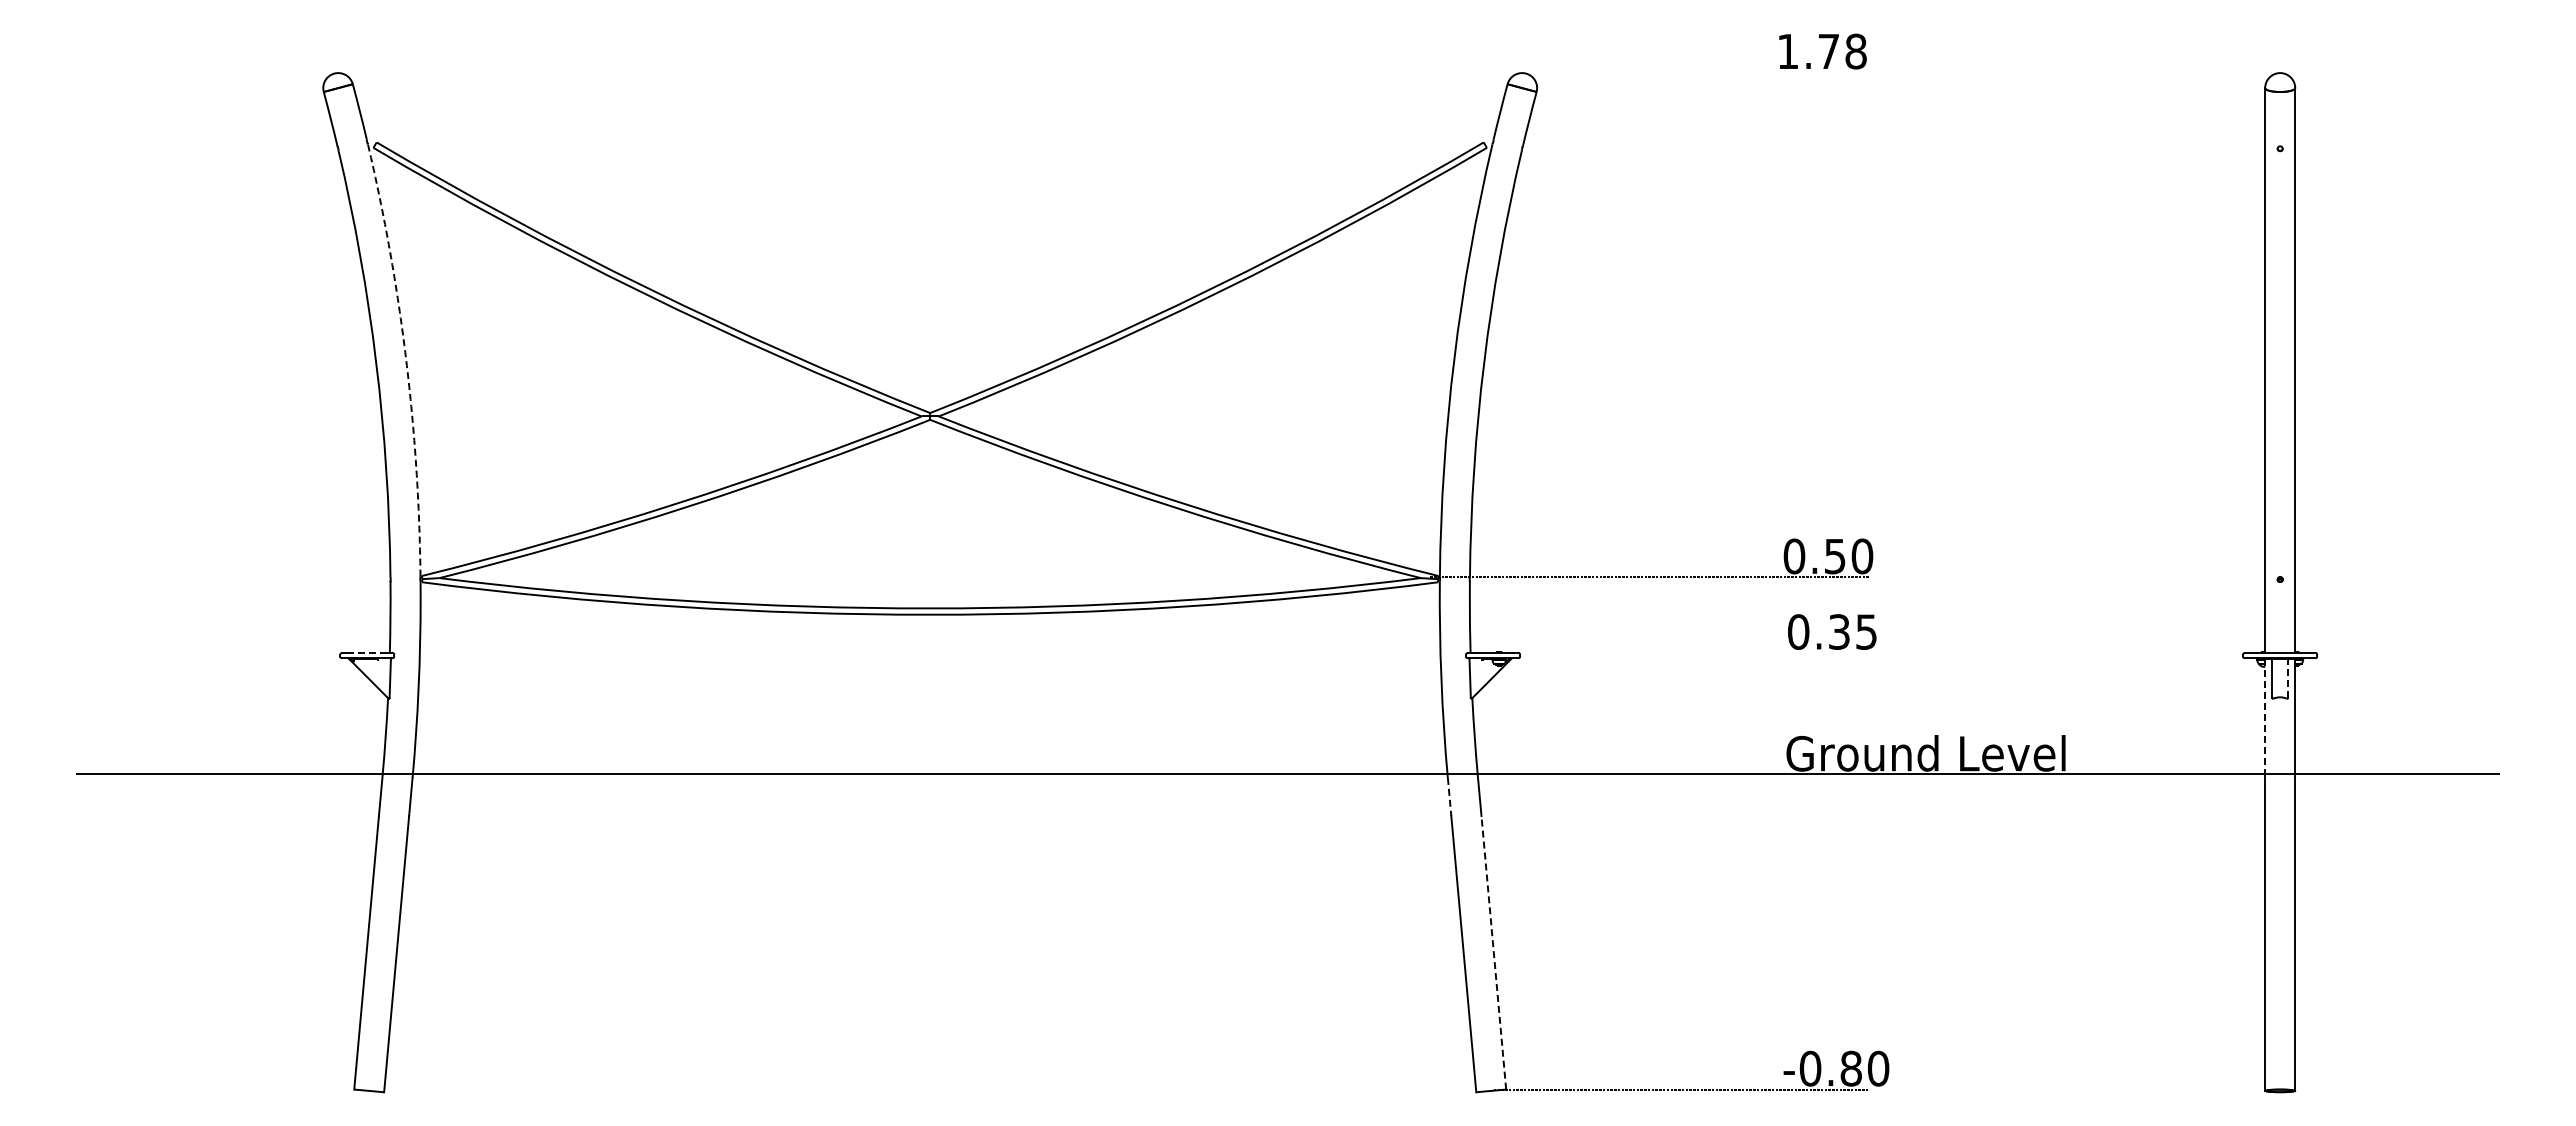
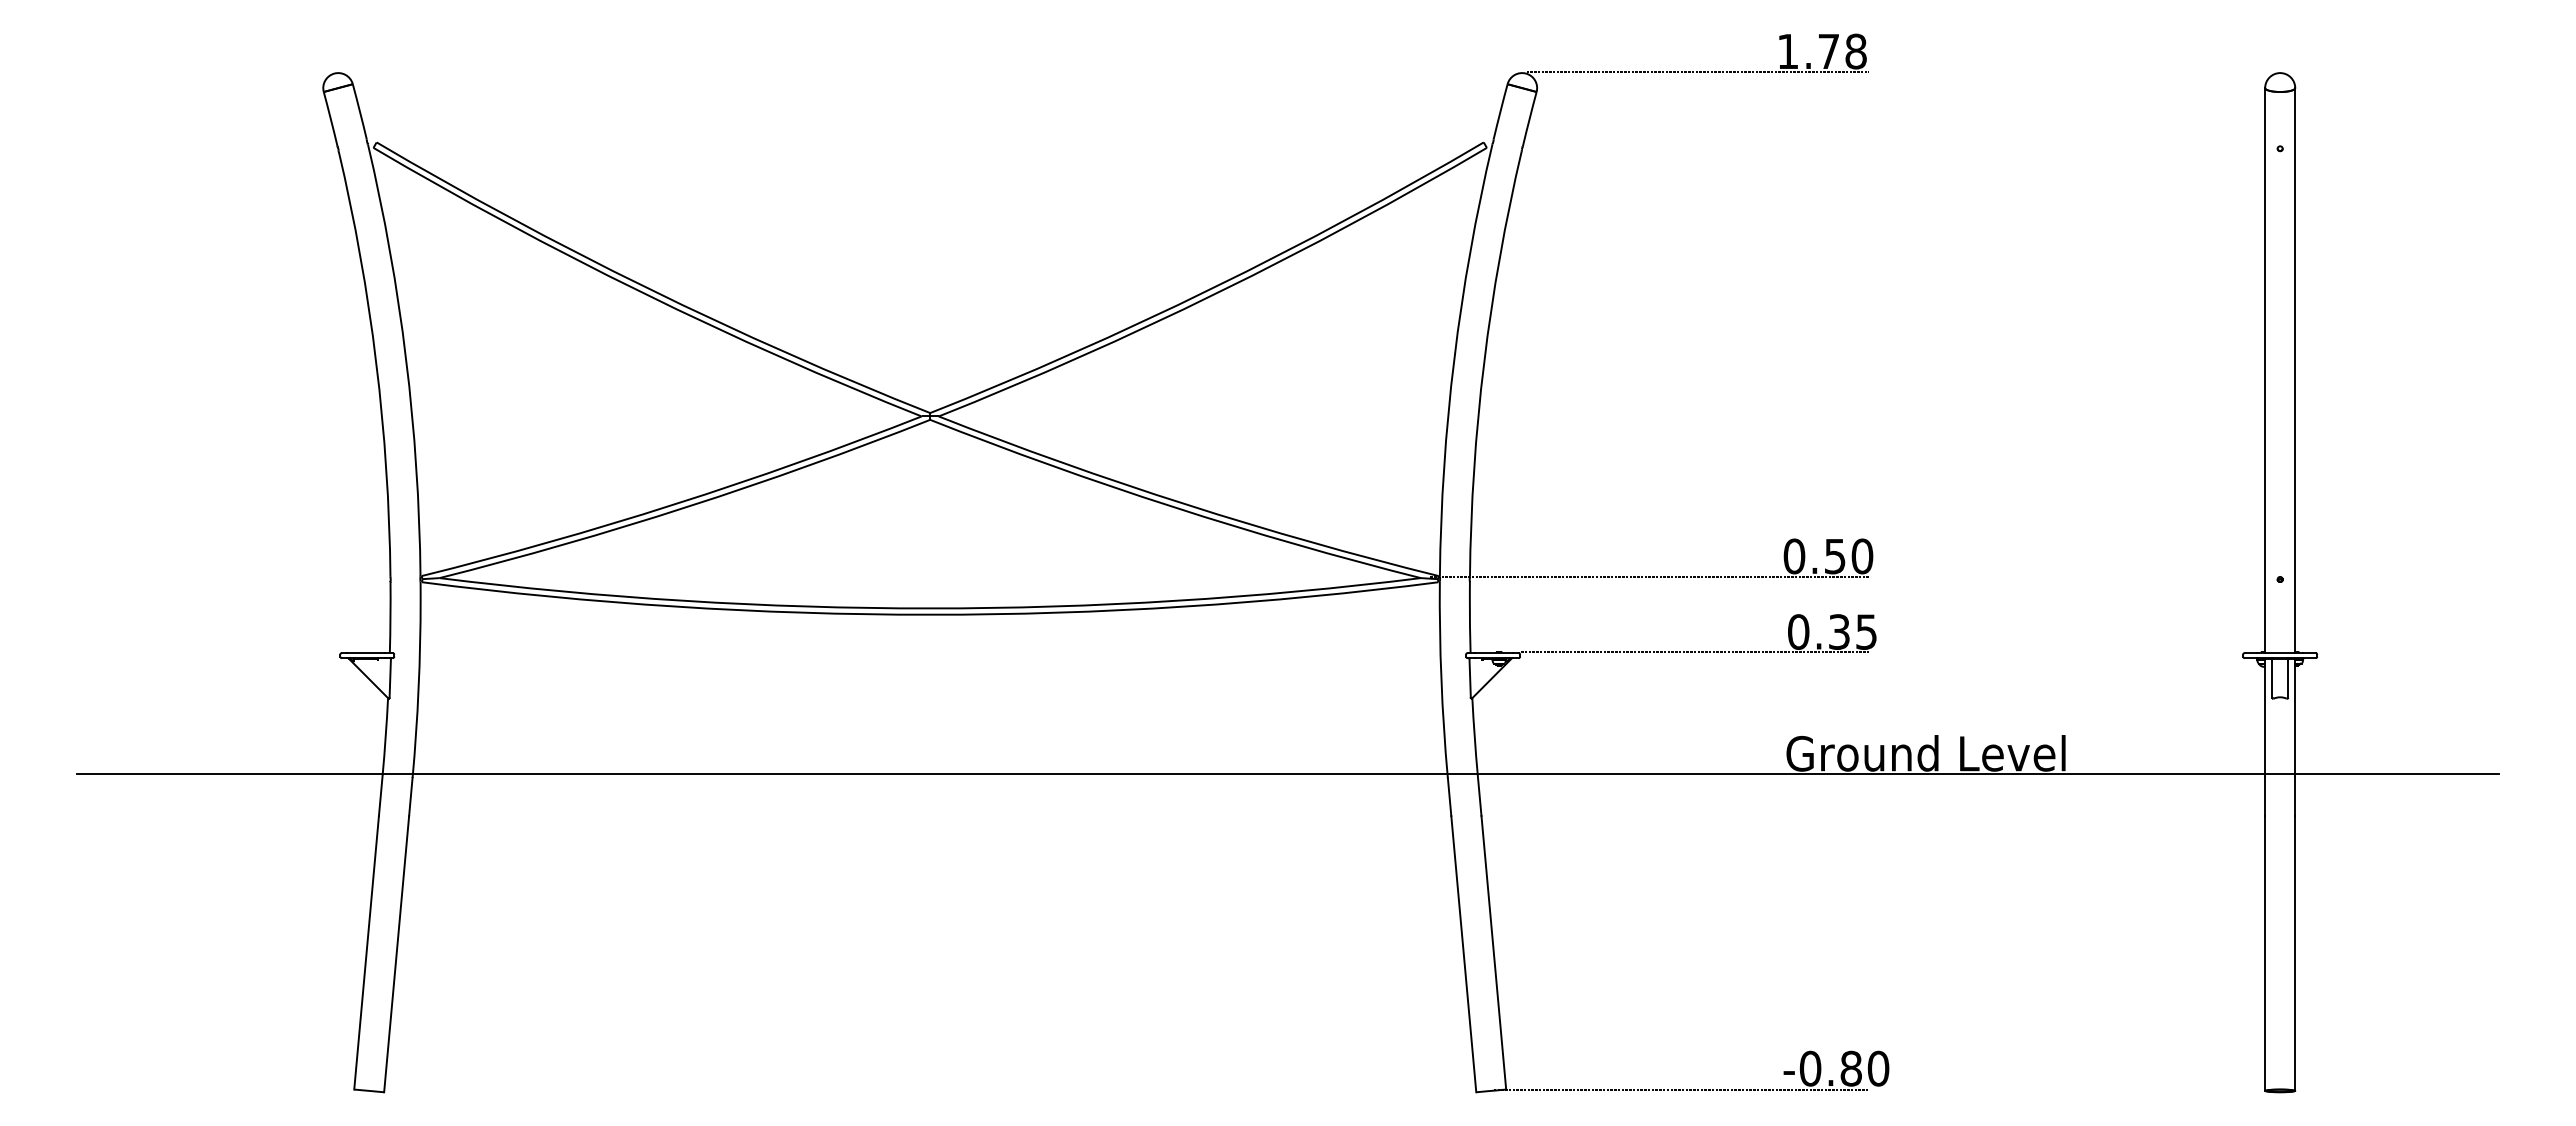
line at (1697, 71): none -> present
arc at (406, 359): dashed -> solid
line at (1695, 651): none -> present
line at (366, 653): dashed -> solid
line at (2288, 679): dashed -> solid
line at (2265, 717): dashed -> solid
line at (1449, 797): dashed -> solid
line at (1493, 952): dashed -> solid
